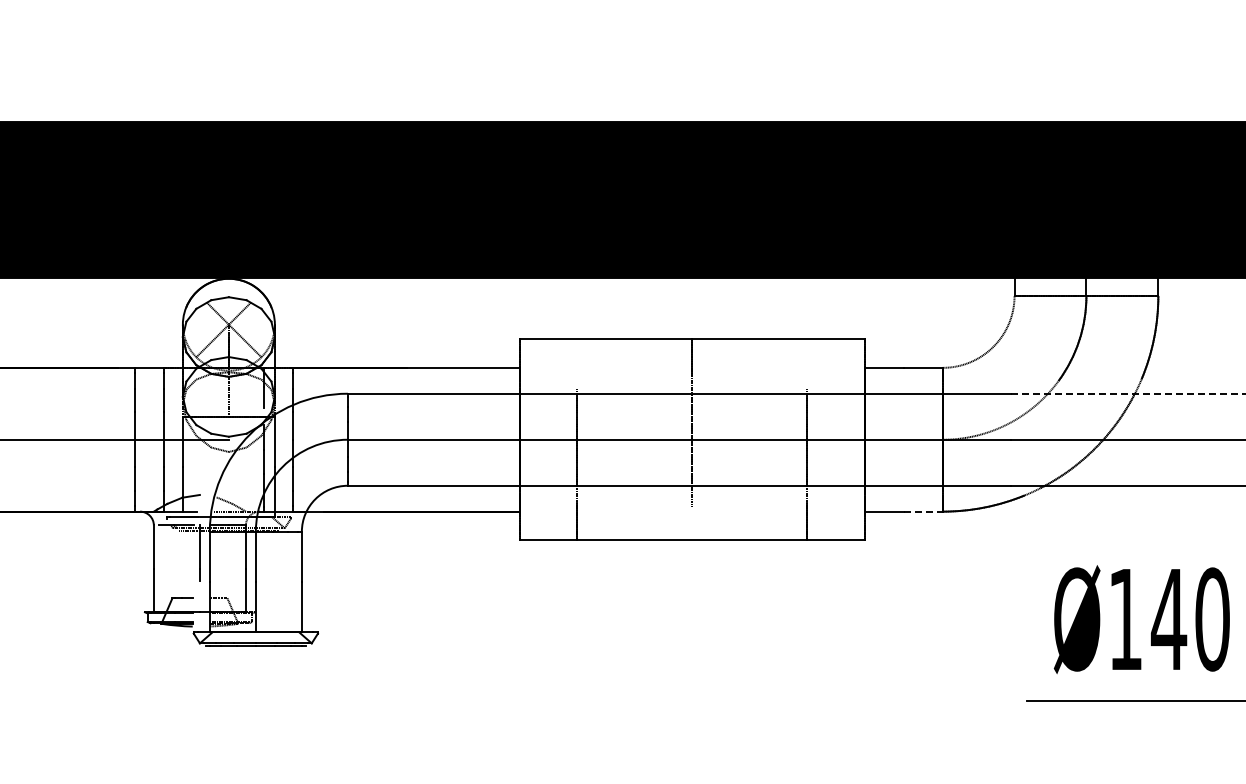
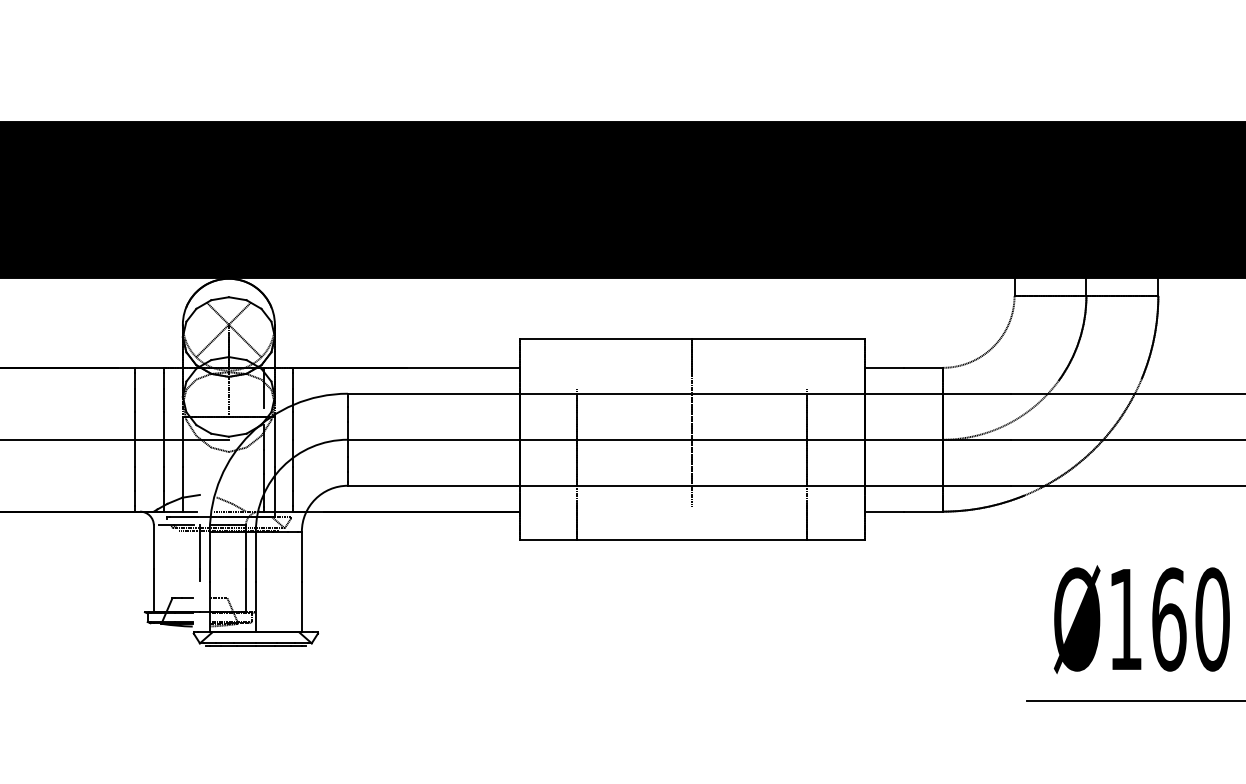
line at (1128, 393): dashed -> solid
line at (923, 511): dashed -> solid
text at (1168, 619): Ø140 -> Ø160
